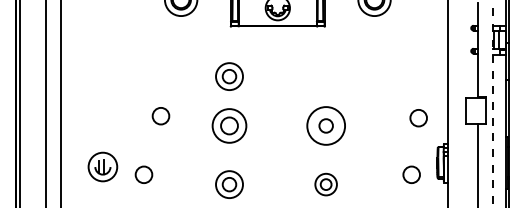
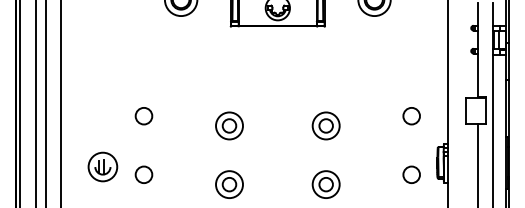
part at (229, 76): present -> none
line at (36, 103): none -> present
line at (493, 104): dashed -> solid
circle at (160, 116) position: (160, 116) -> (143, 116)
circle at (418, 118) position: (418, 118) -> (411, 116)
part at (229, 125) size: 37x36 px -> 29x30 px
circle at (326, 125) diameter: 38 px -> 27 px
part at (325, 184) size: 24x25 px -> 30x29 px
